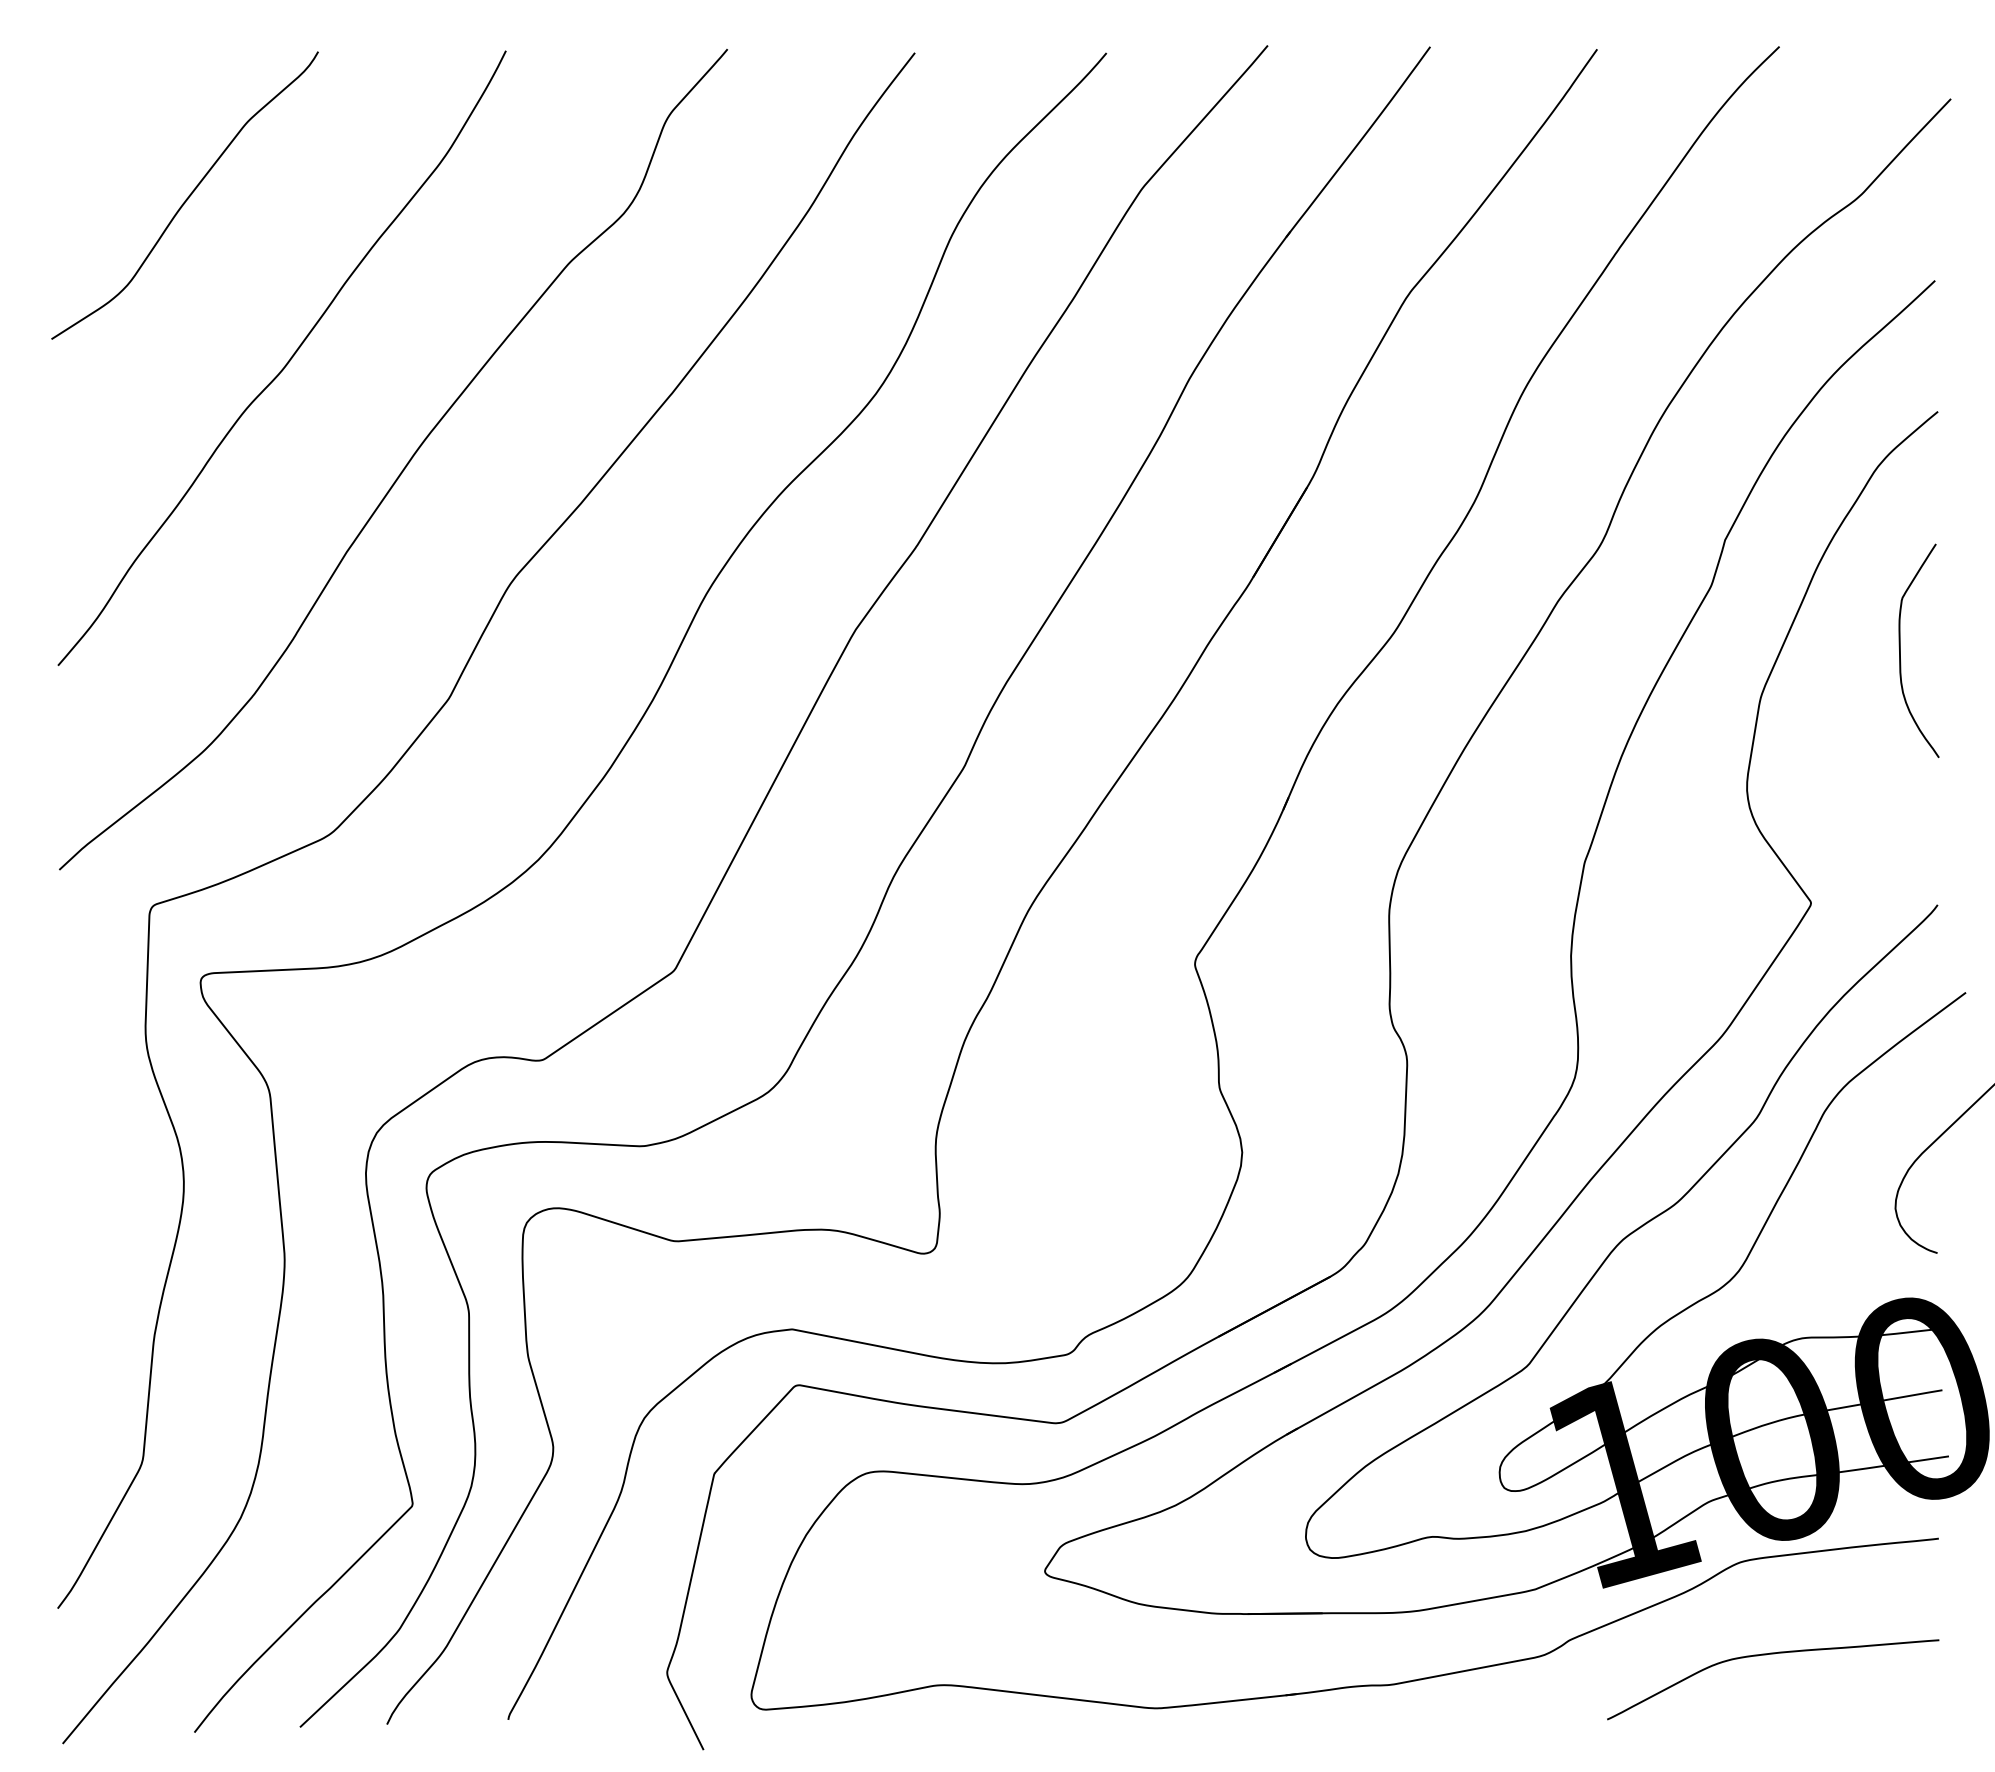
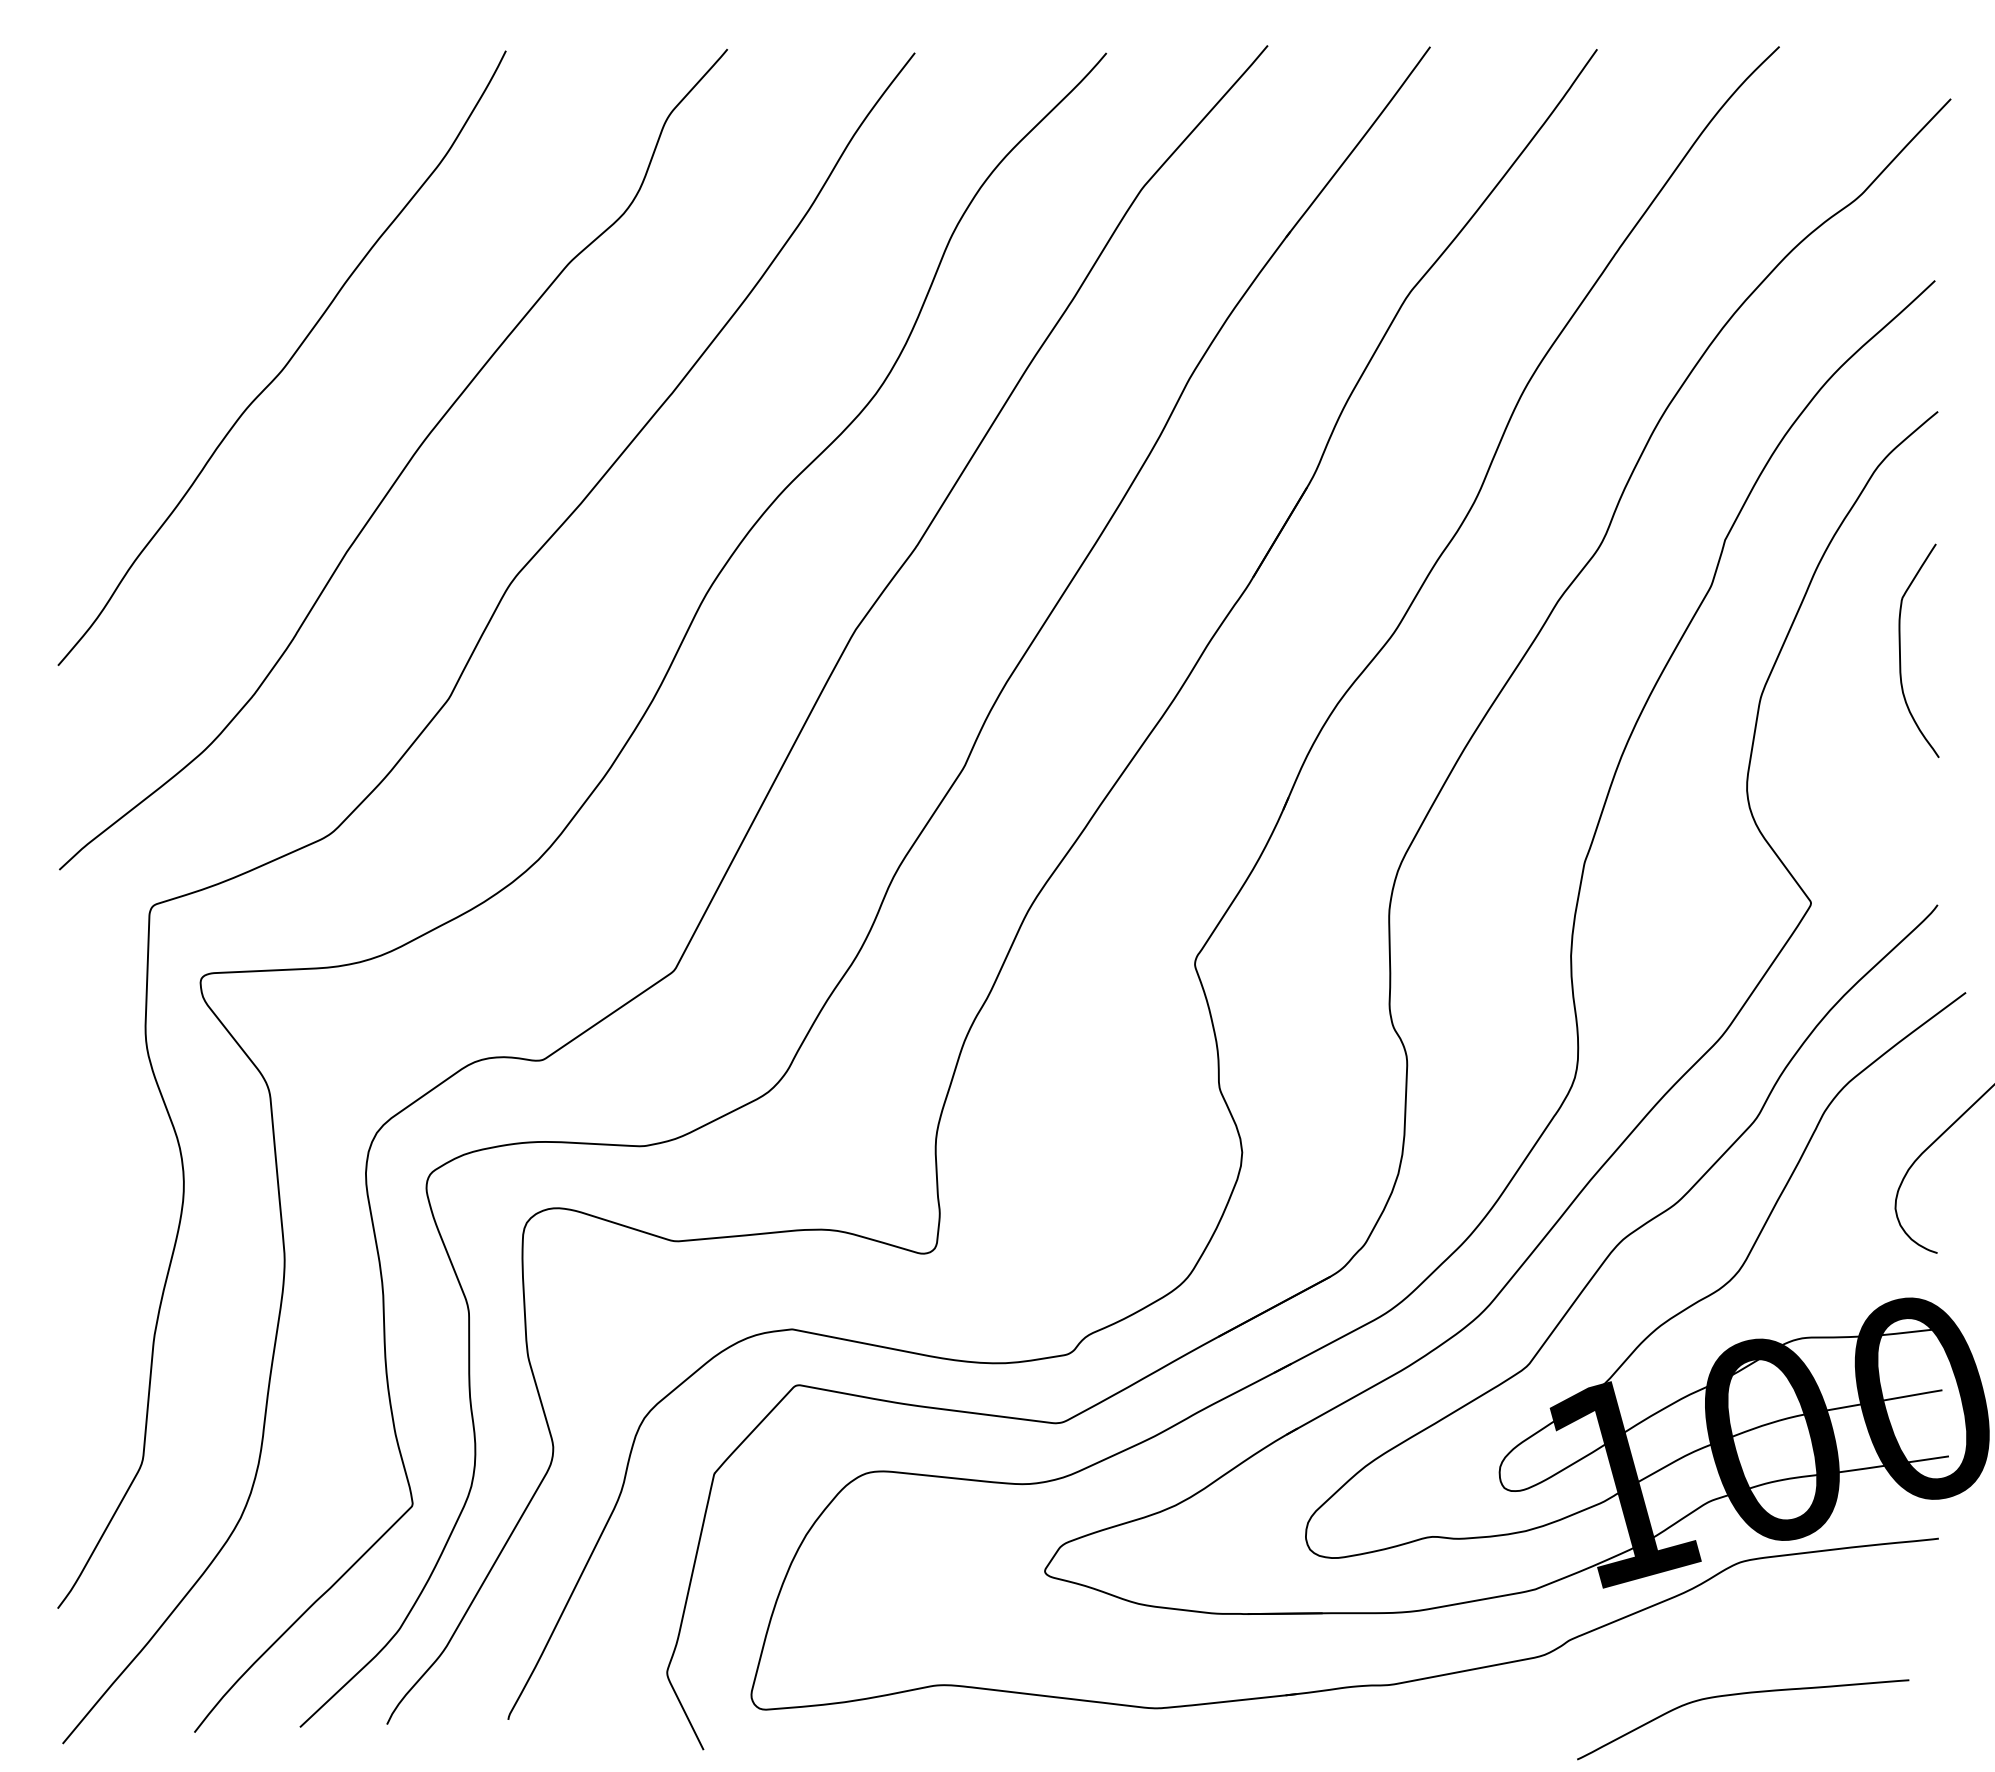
curve at (187, 197): present -> none
curve at (1773, 1654) position: (1773, 1654) -> (1743, 1694)
